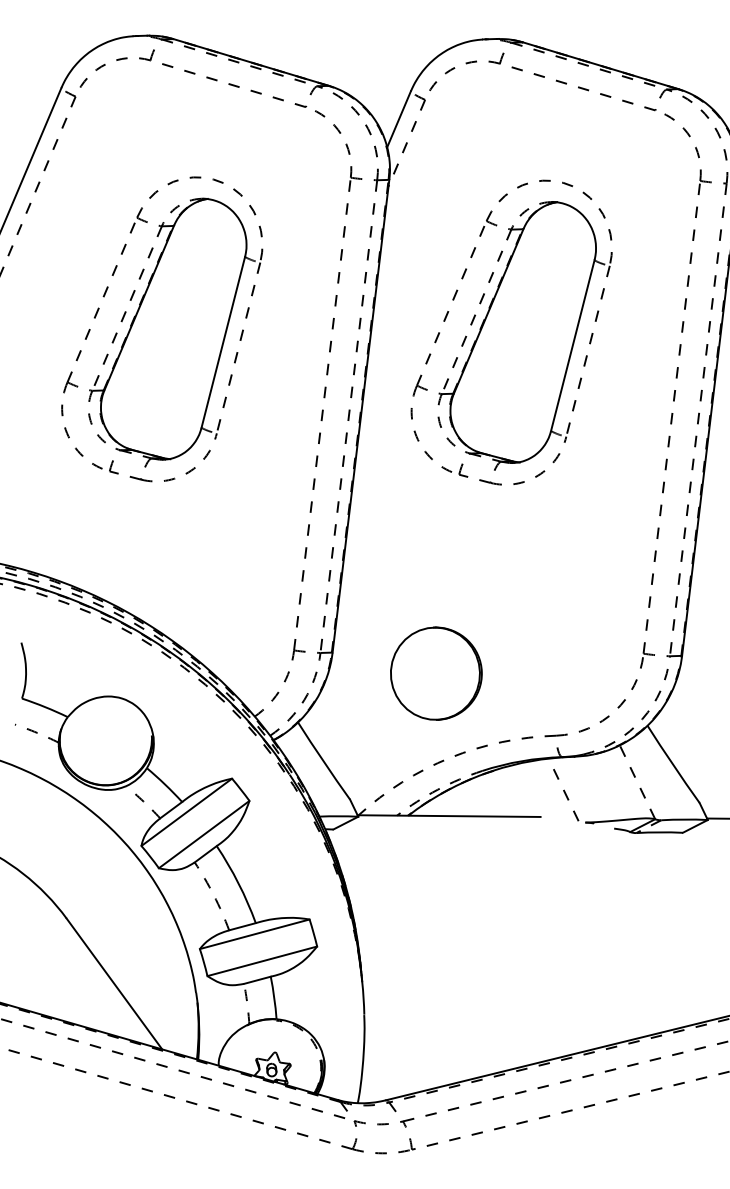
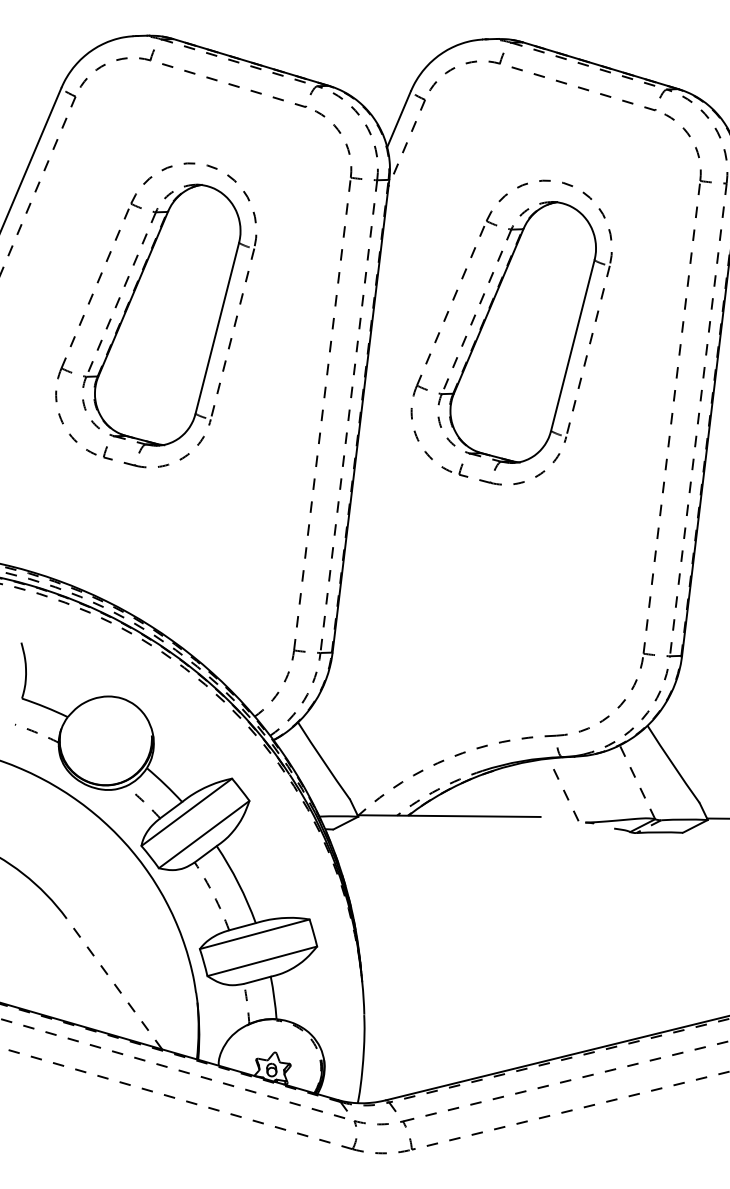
part at (162, 329) position: (162, 329) -> (156, 315)
part at (436, 673): present -> none
line at (114, 984): solid -> dashed
